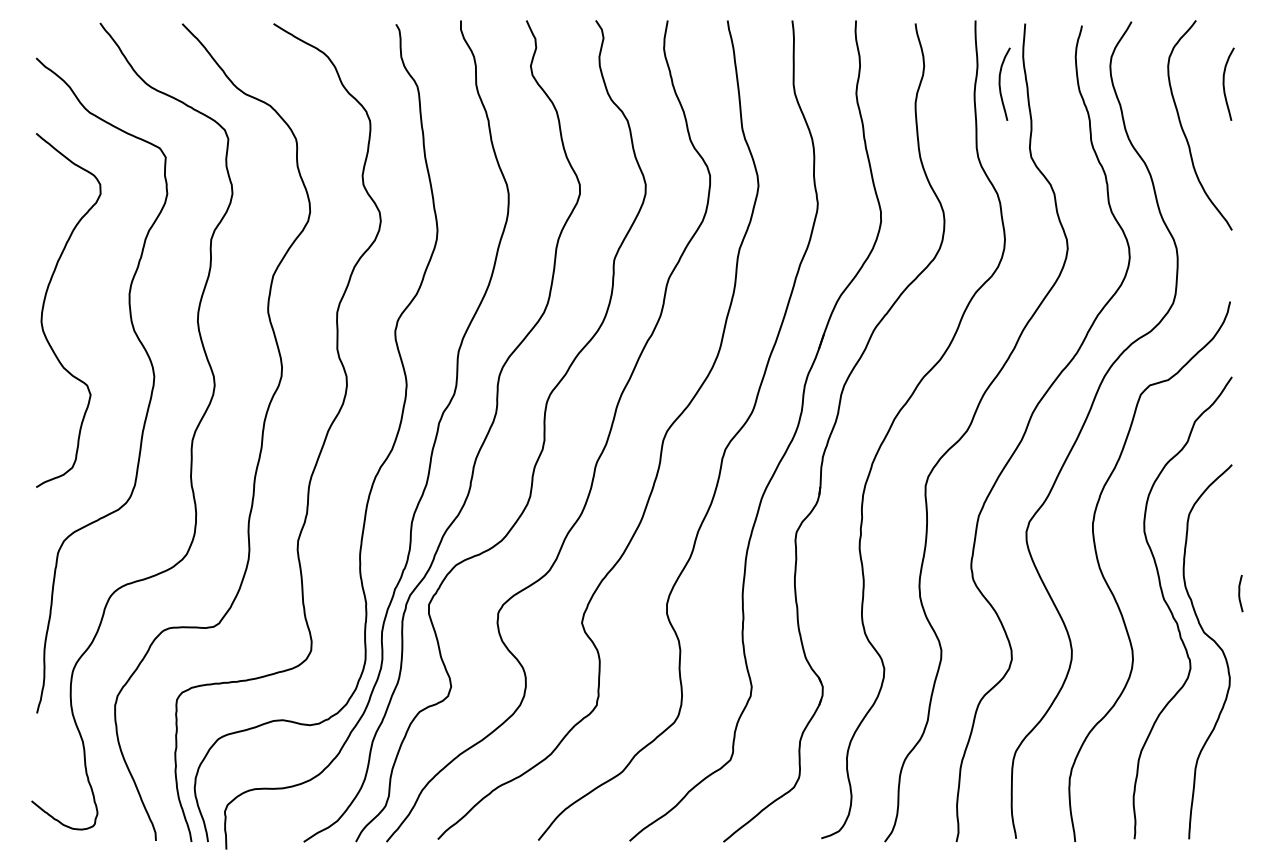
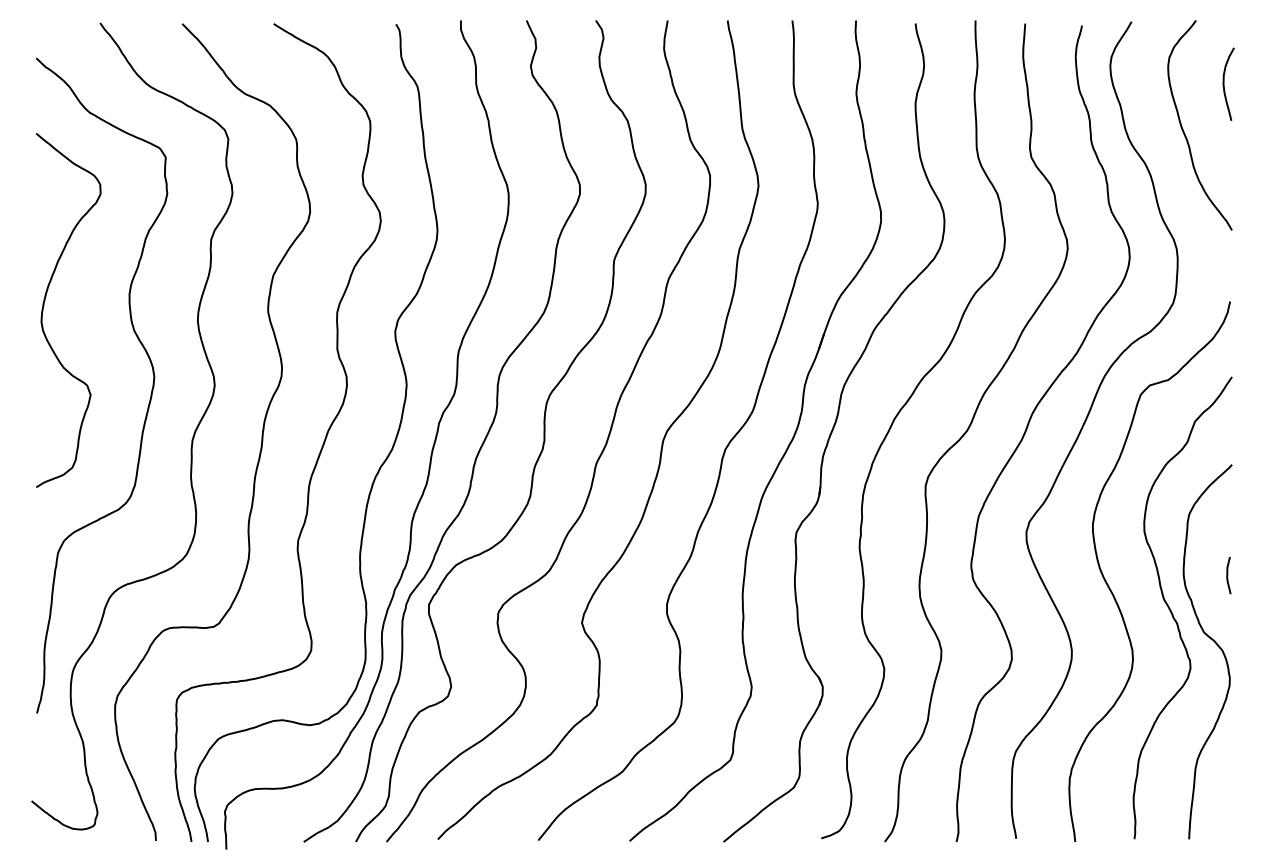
curve at (1000, 83): present -> none
curve at (1240, 593) position: (1240, 593) -> (1228, 575)
